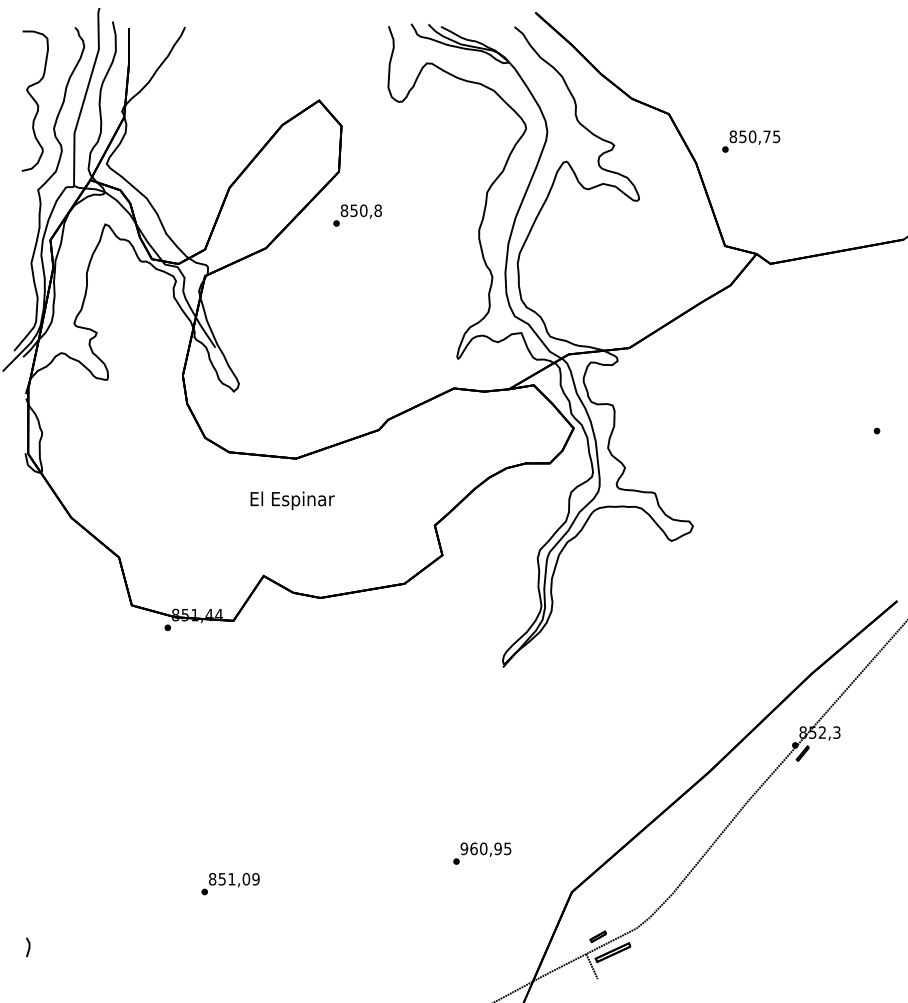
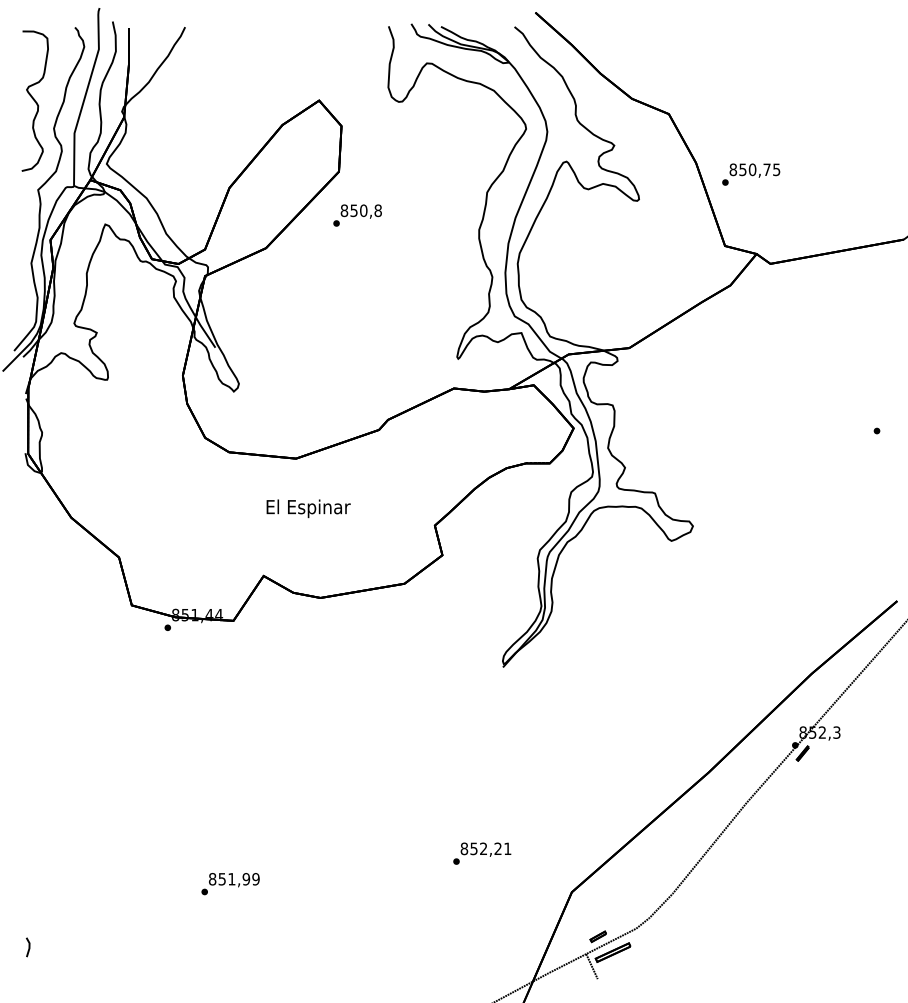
text at (751, 141) position: (751, 141) -> (751, 174)
text at (292, 500) position: (292, 500) -> (308, 508)
text at (485, 848): 960,95 -> 852,21
text at (245, 879): 851,09 -> 851,99
